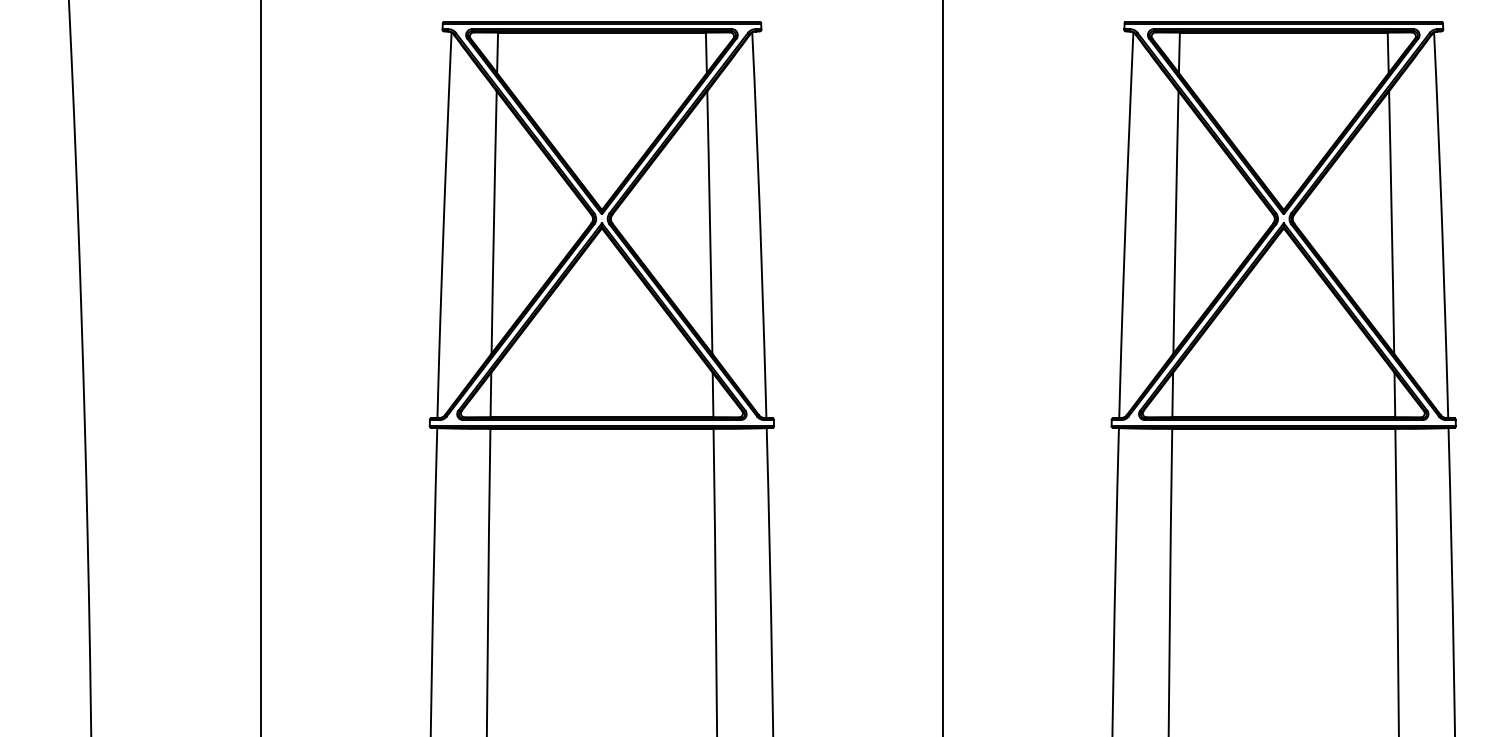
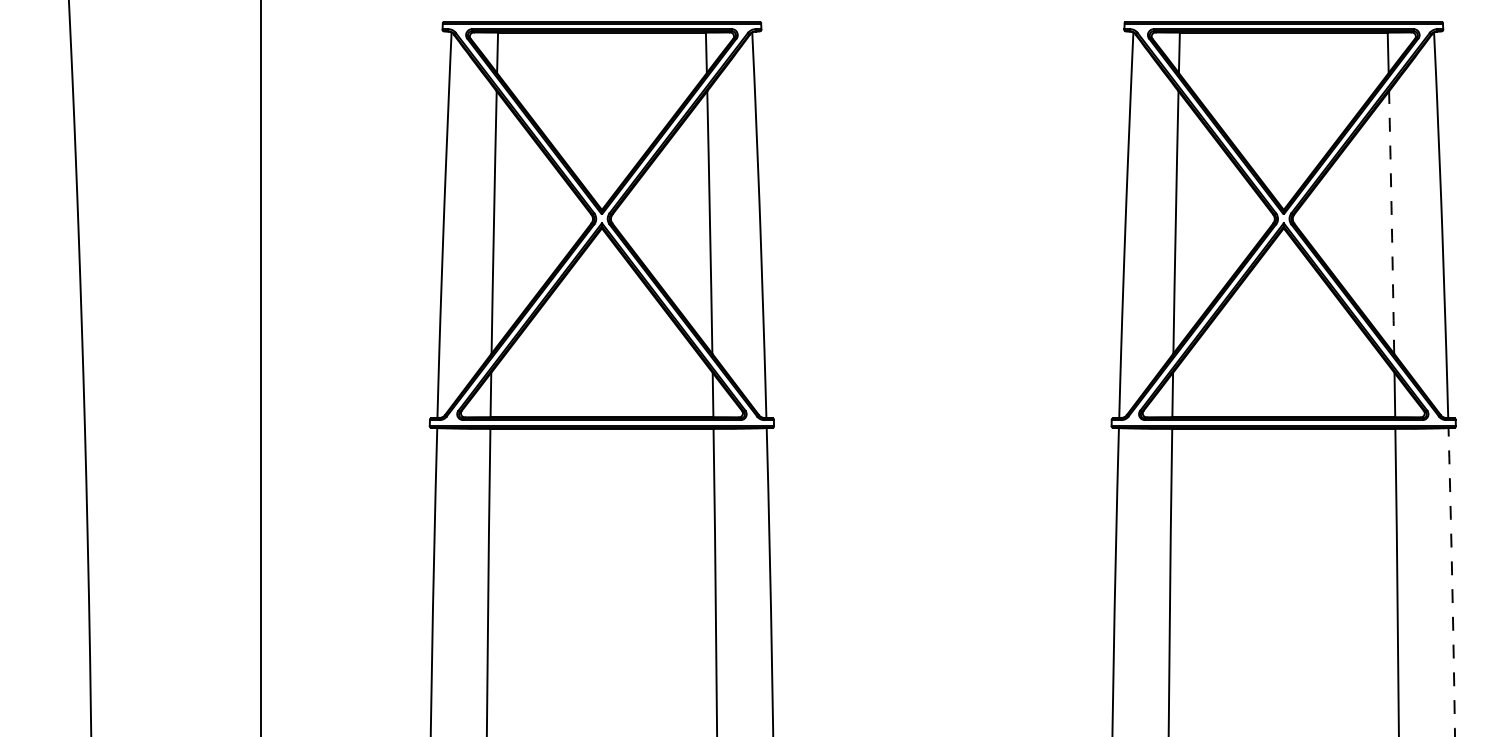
arc at (1391, 222): solid -> dashed
line at (942, 367): present -> none
arc at (1452, 581): solid -> dashed
